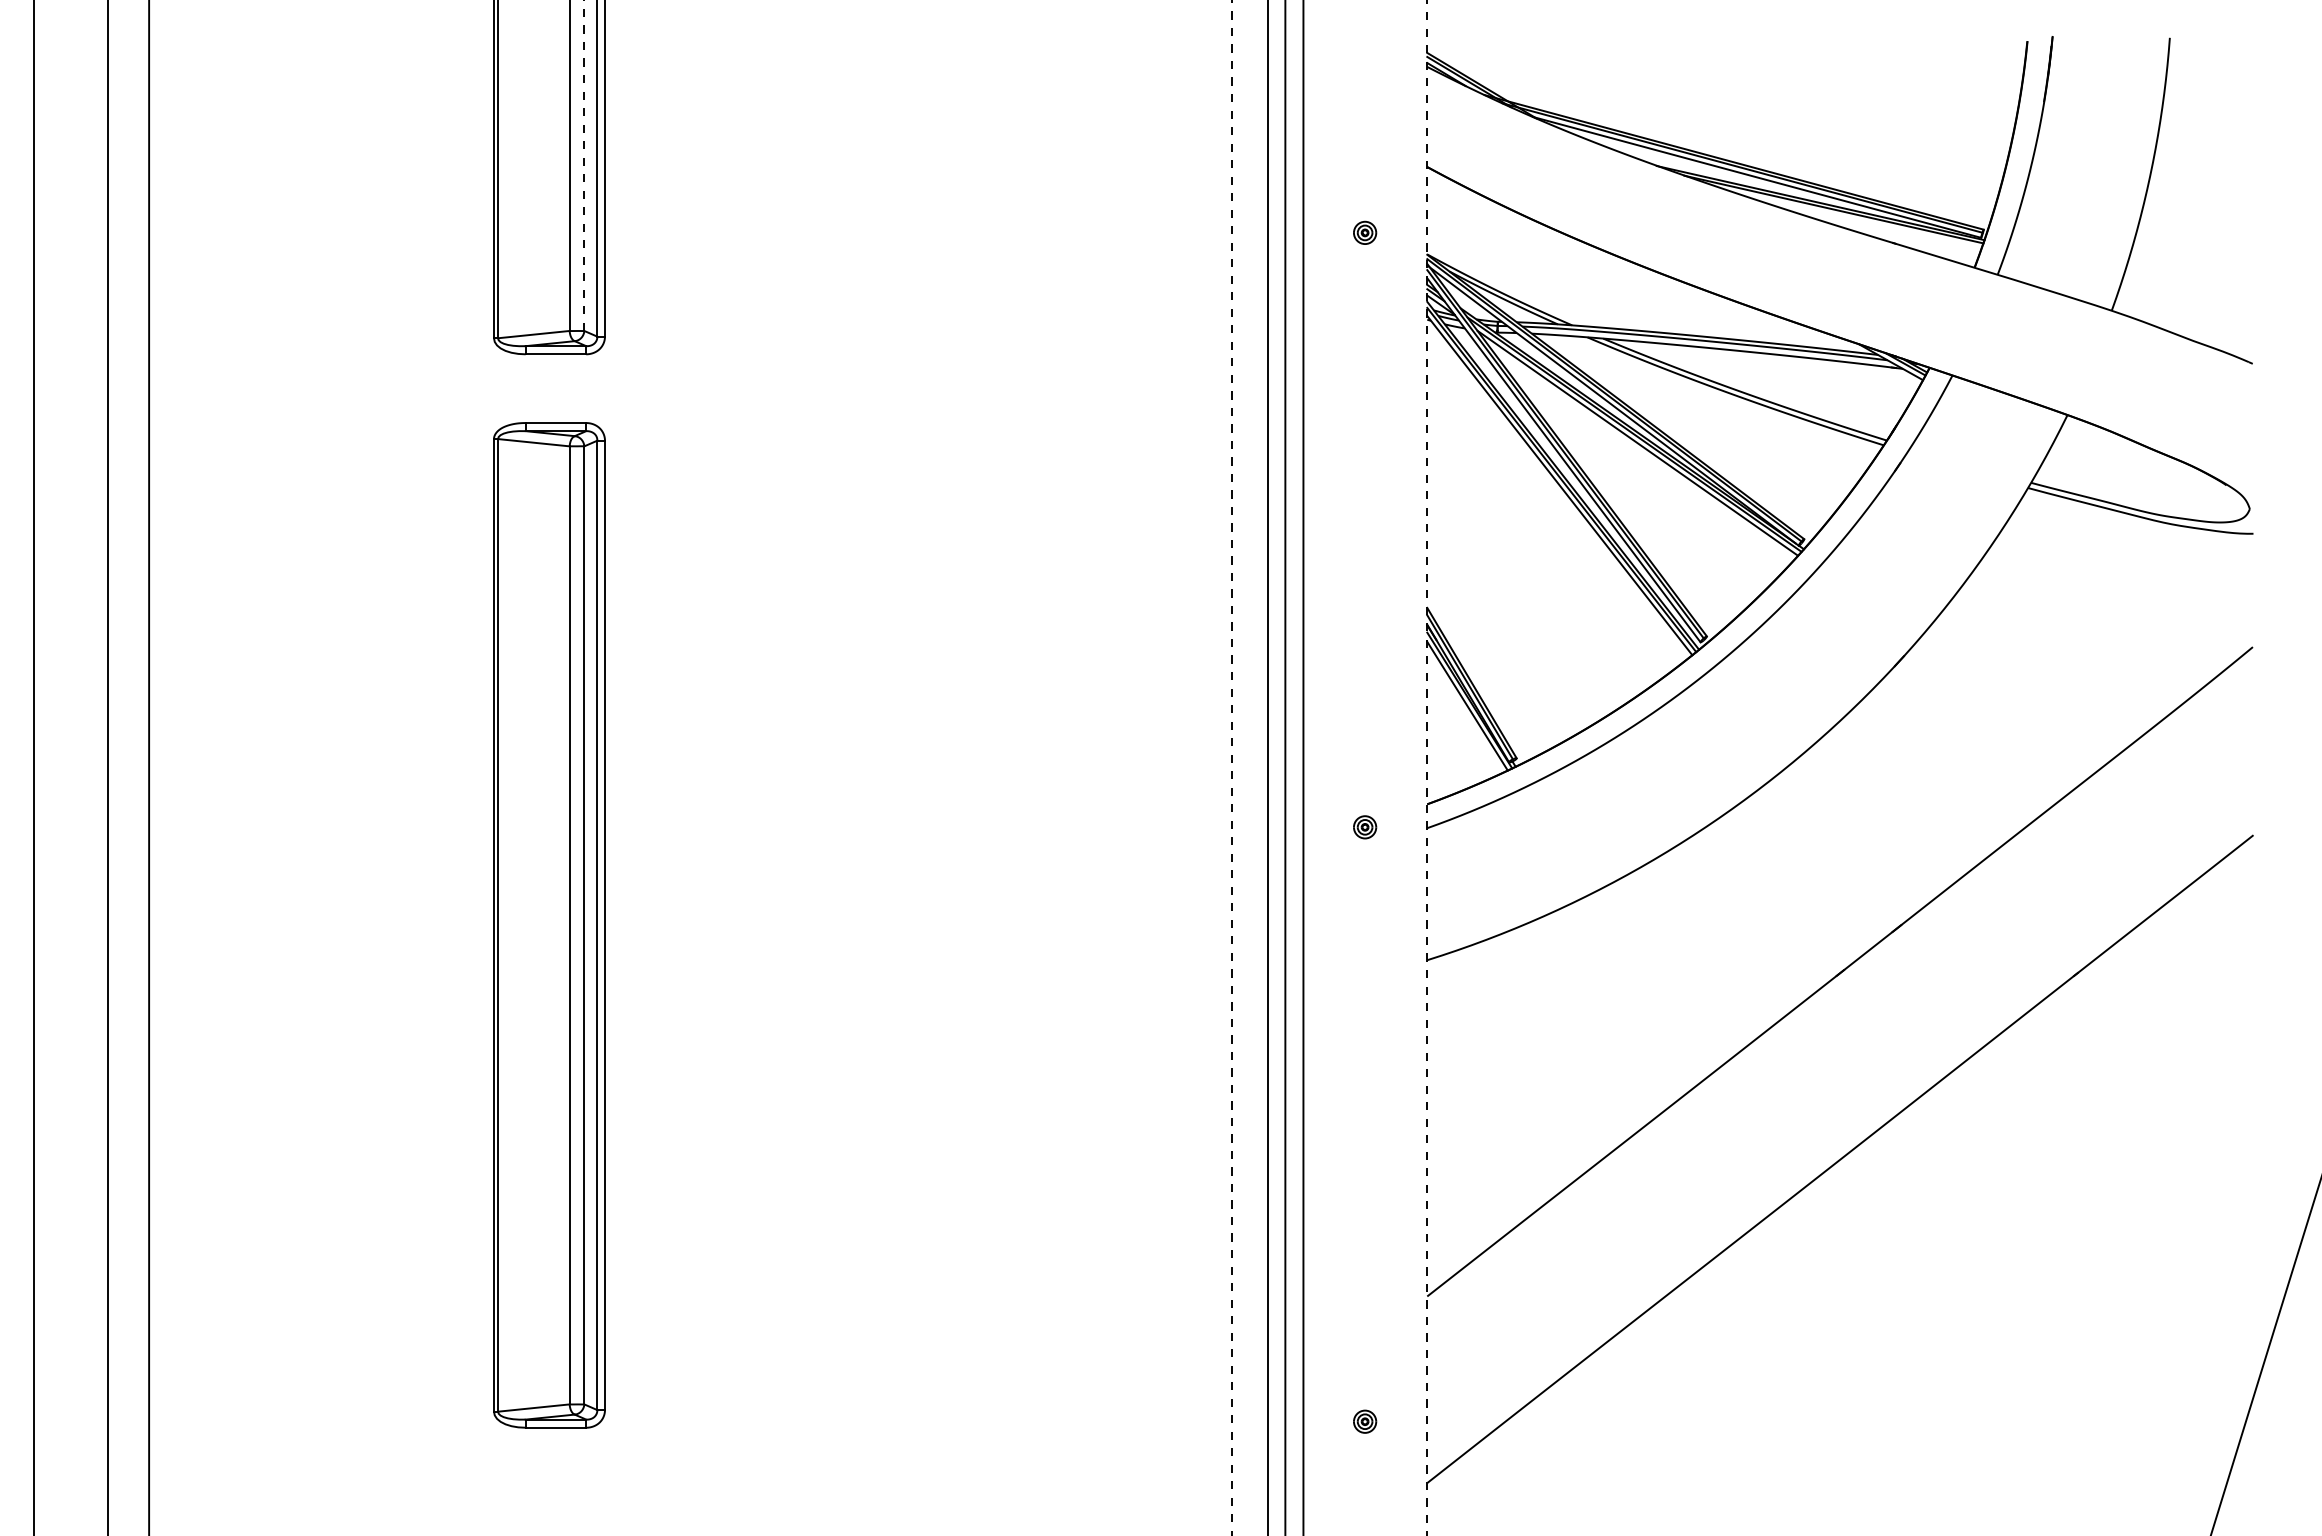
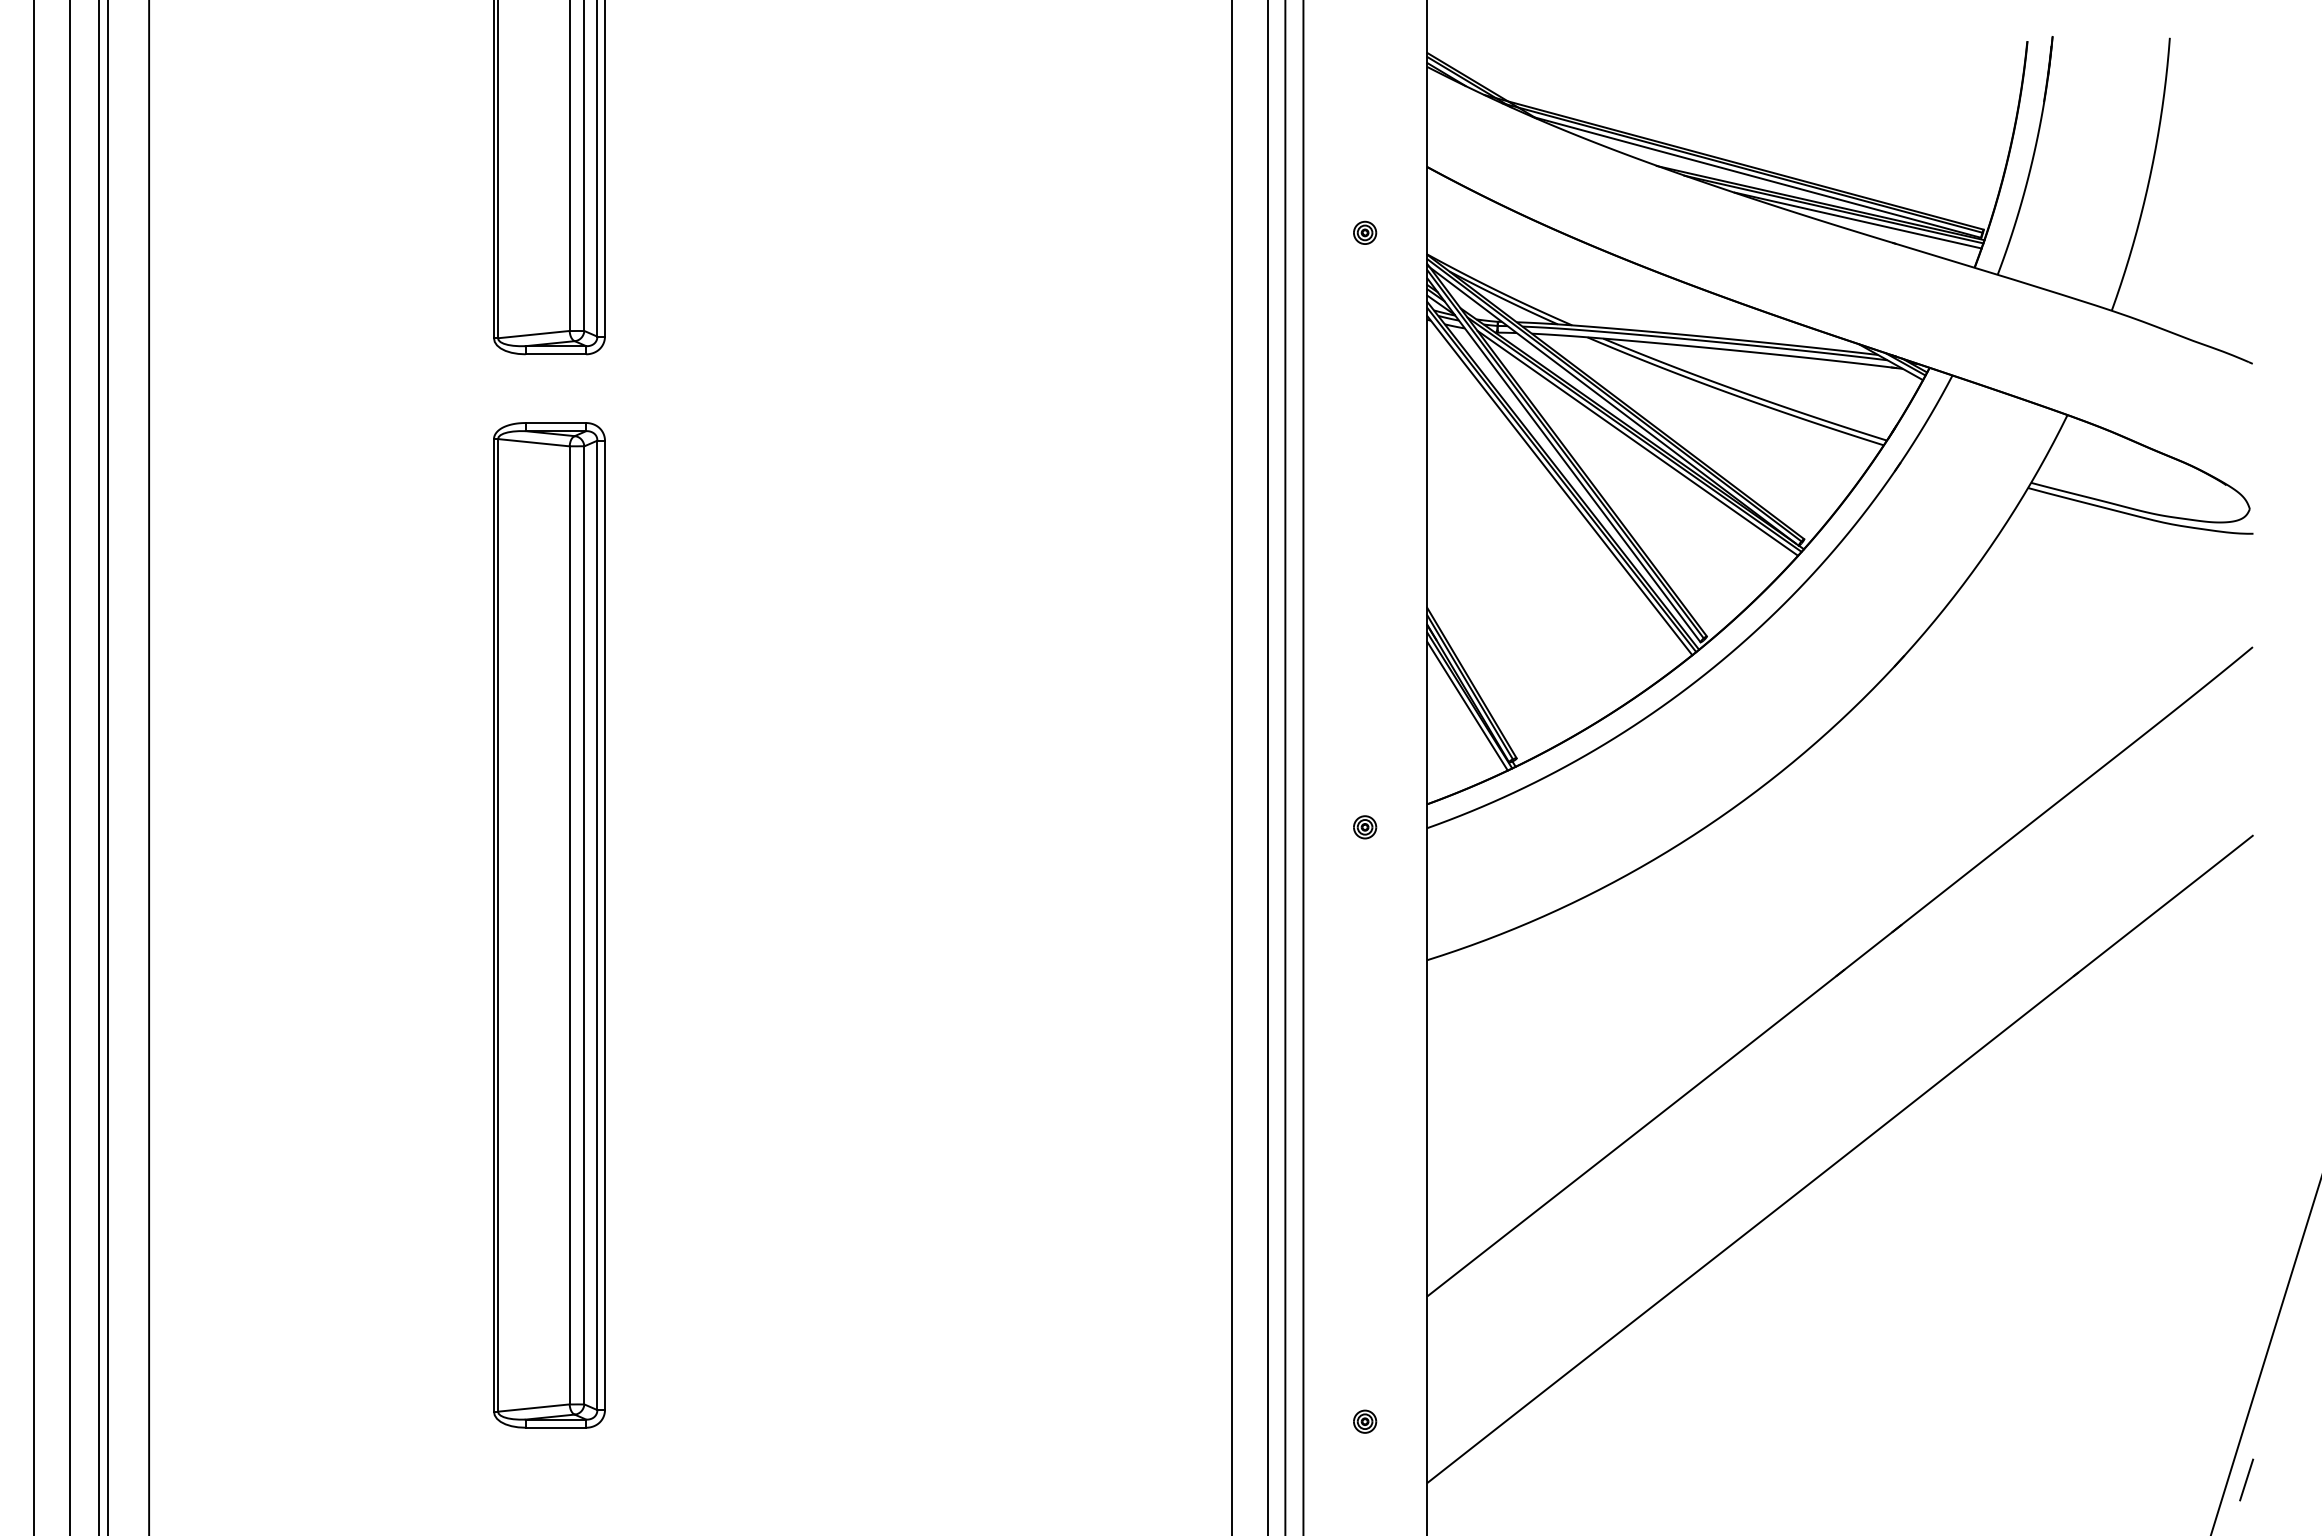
line at (584, 165): dashed -> solid
line at (1857, 220): none -> present
line at (69, 767): none -> present
line at (98, 767): none -> present
line at (1231, 767): dashed -> solid
line at (1427, 768): dashed -> solid
line at (2246, 1479): none -> present
